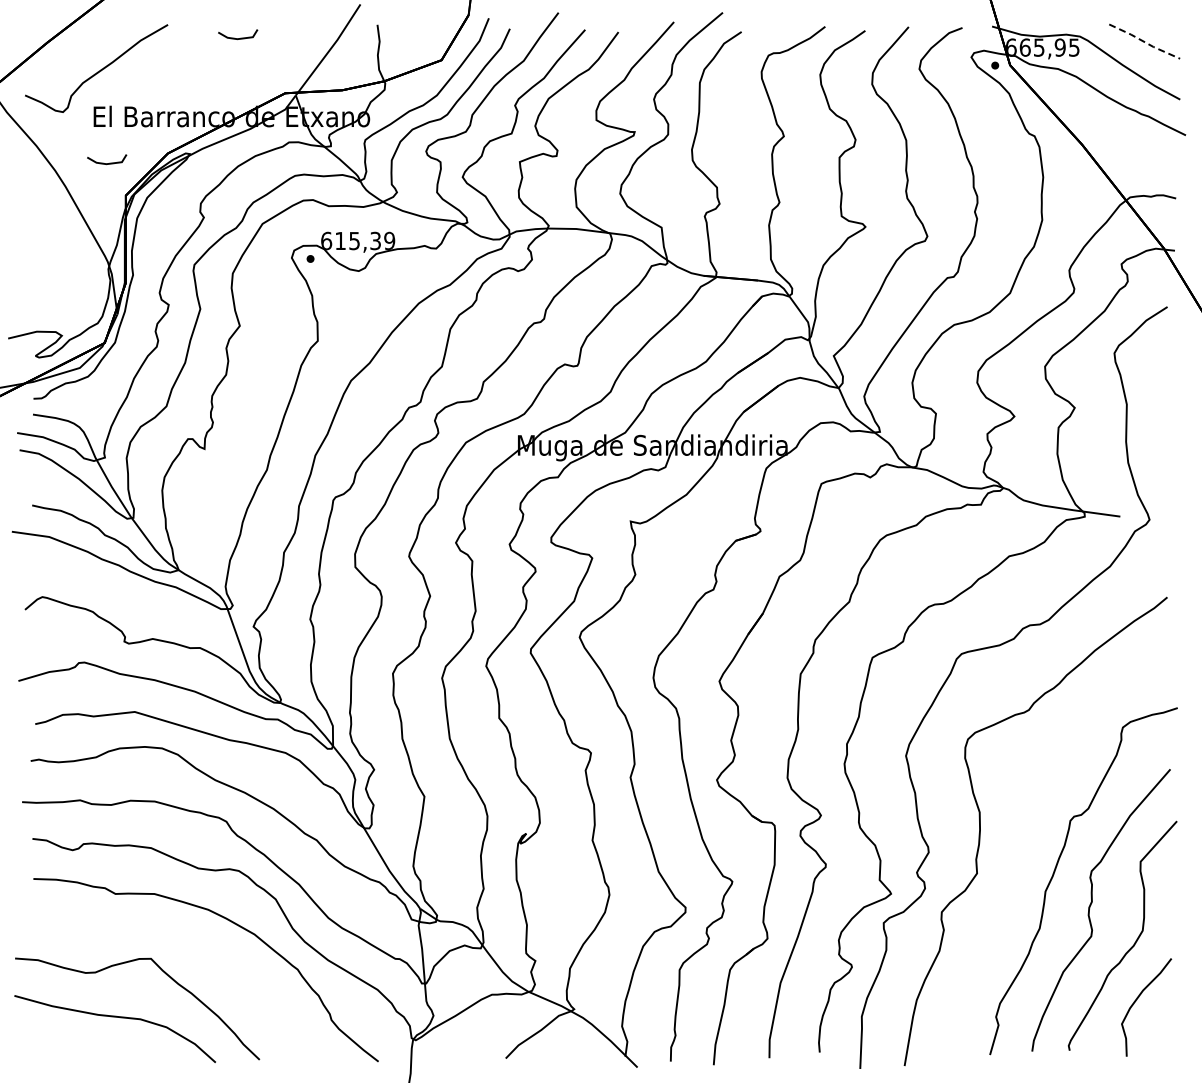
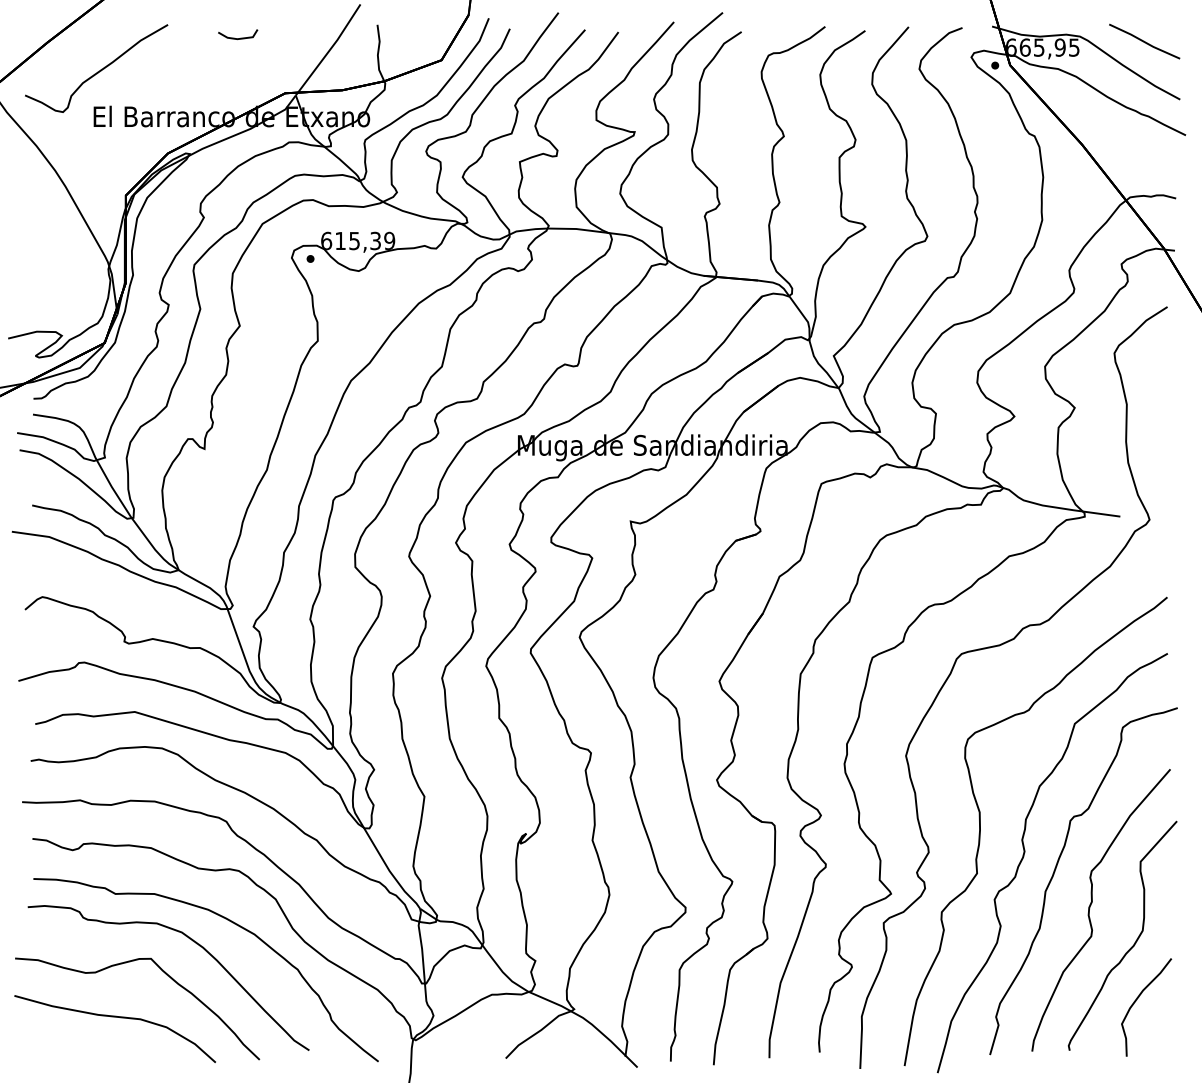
line at (1144, 42): dashed -> solid
line at (109, 162): present -> none
curve at (1024, 856): none -> present
curve at (192, 941): none -> present
